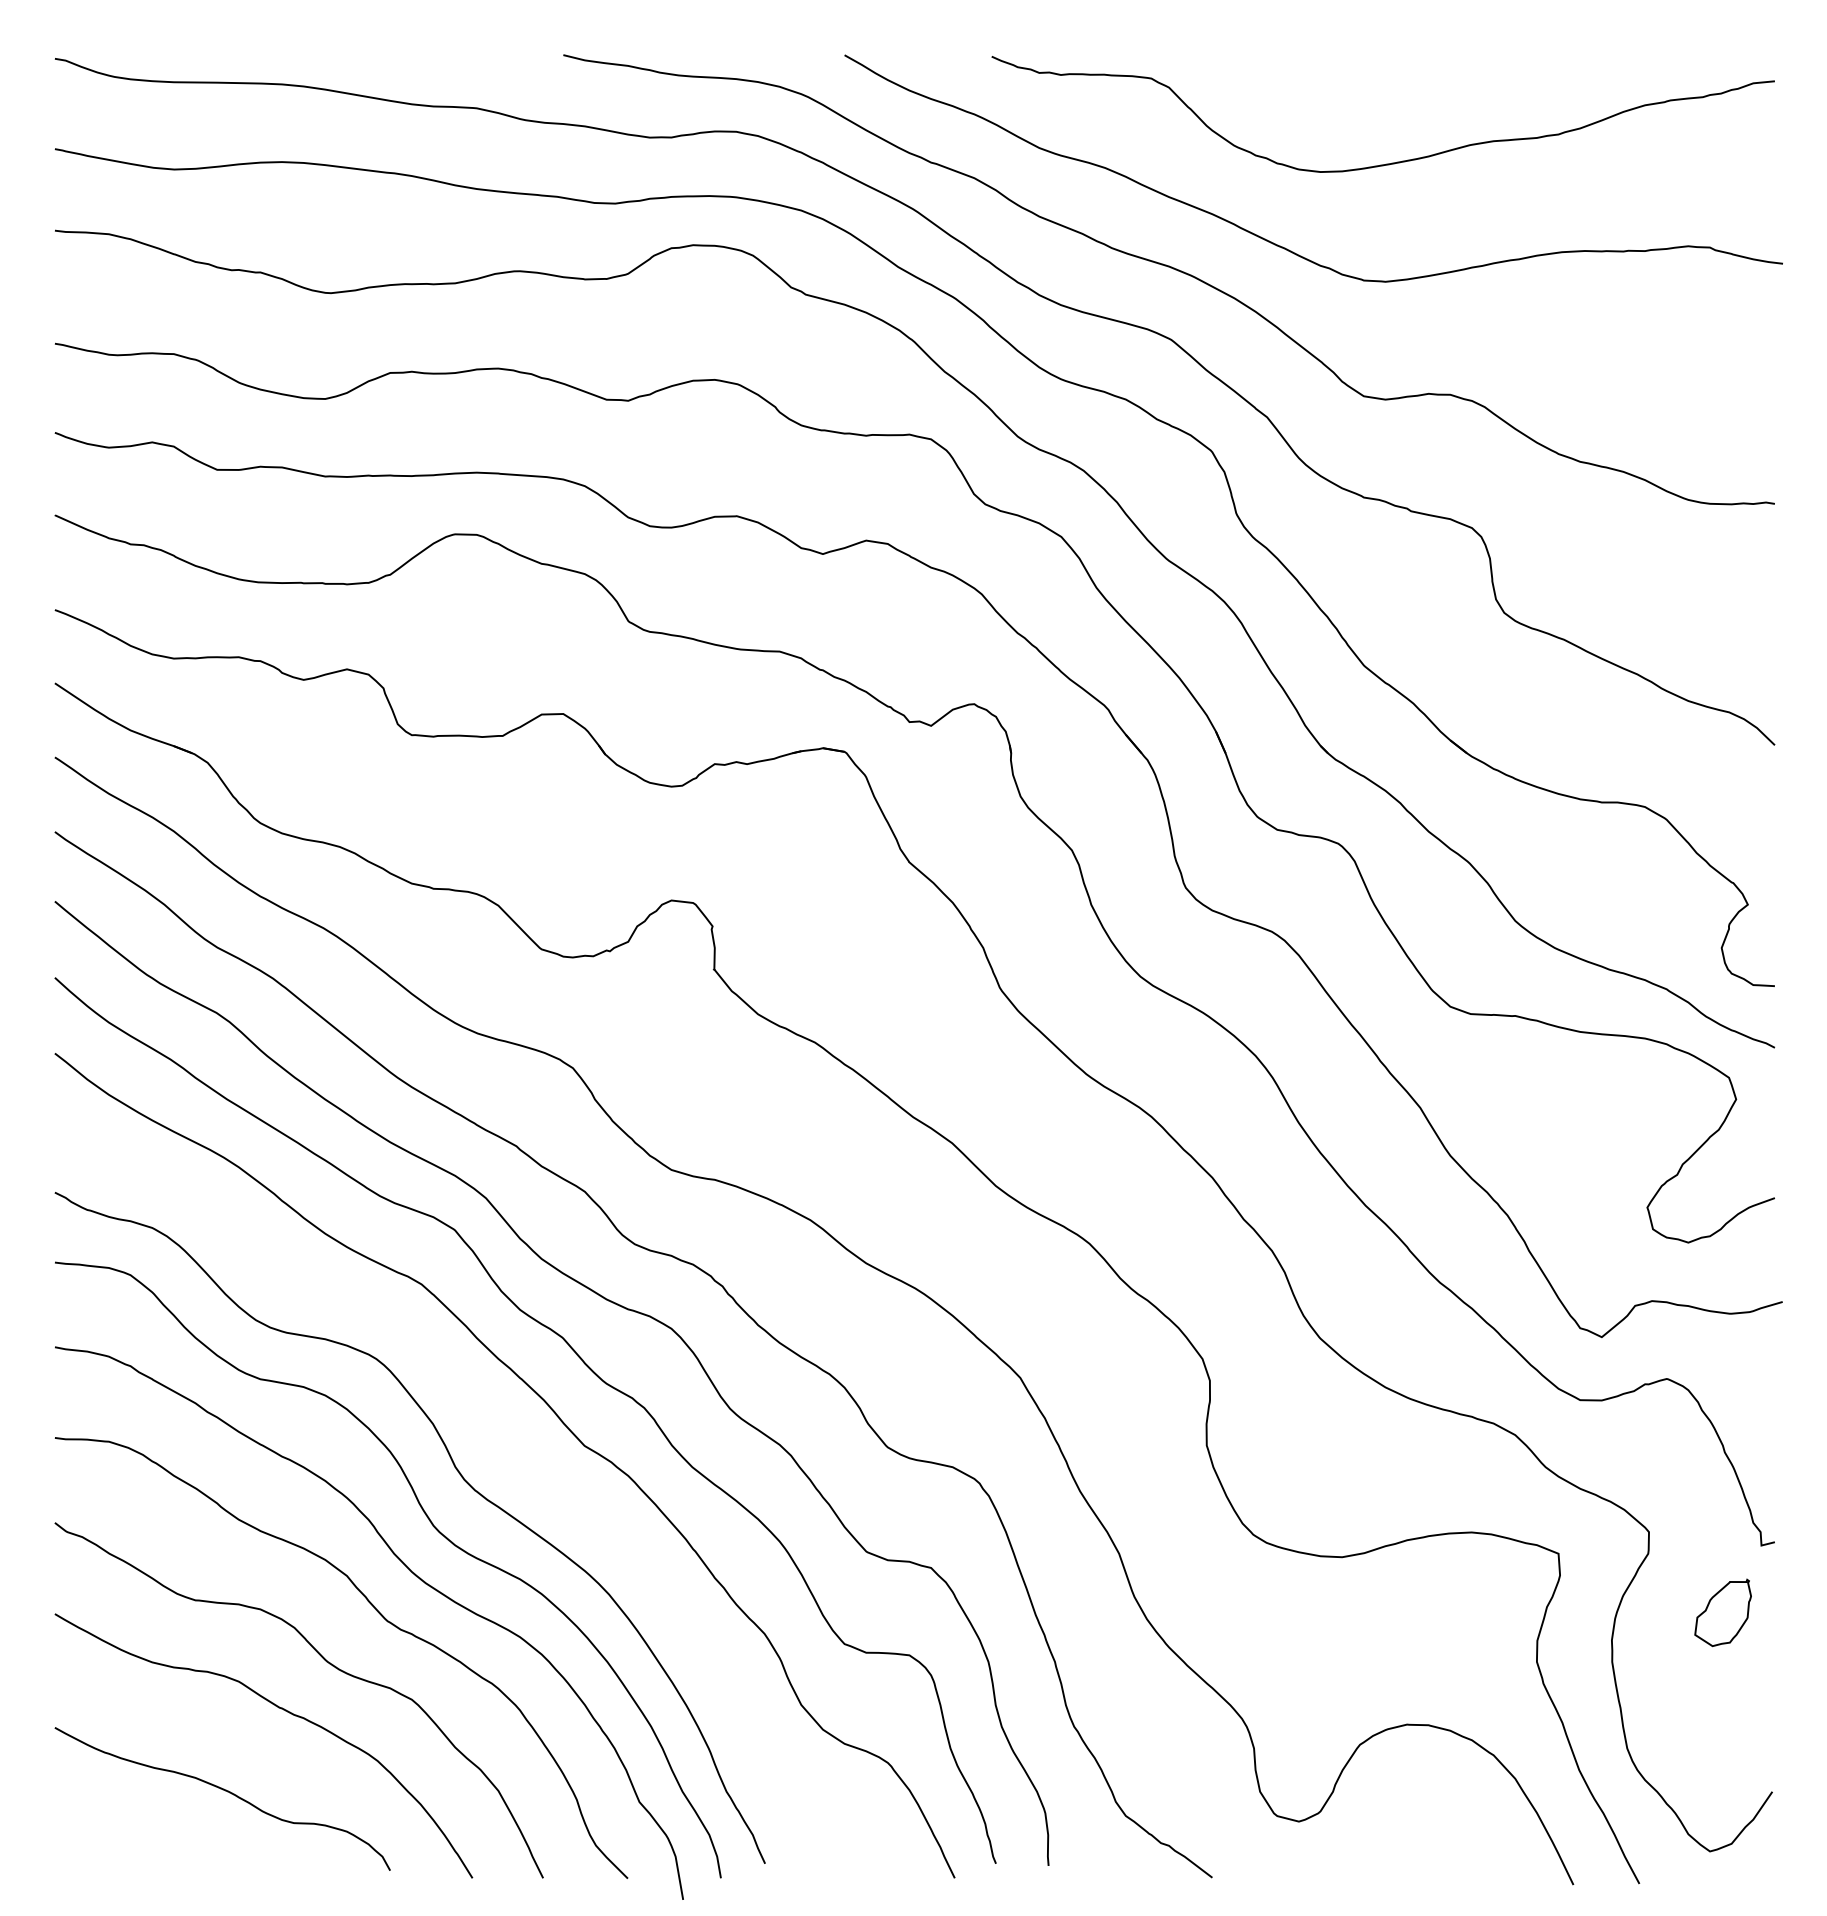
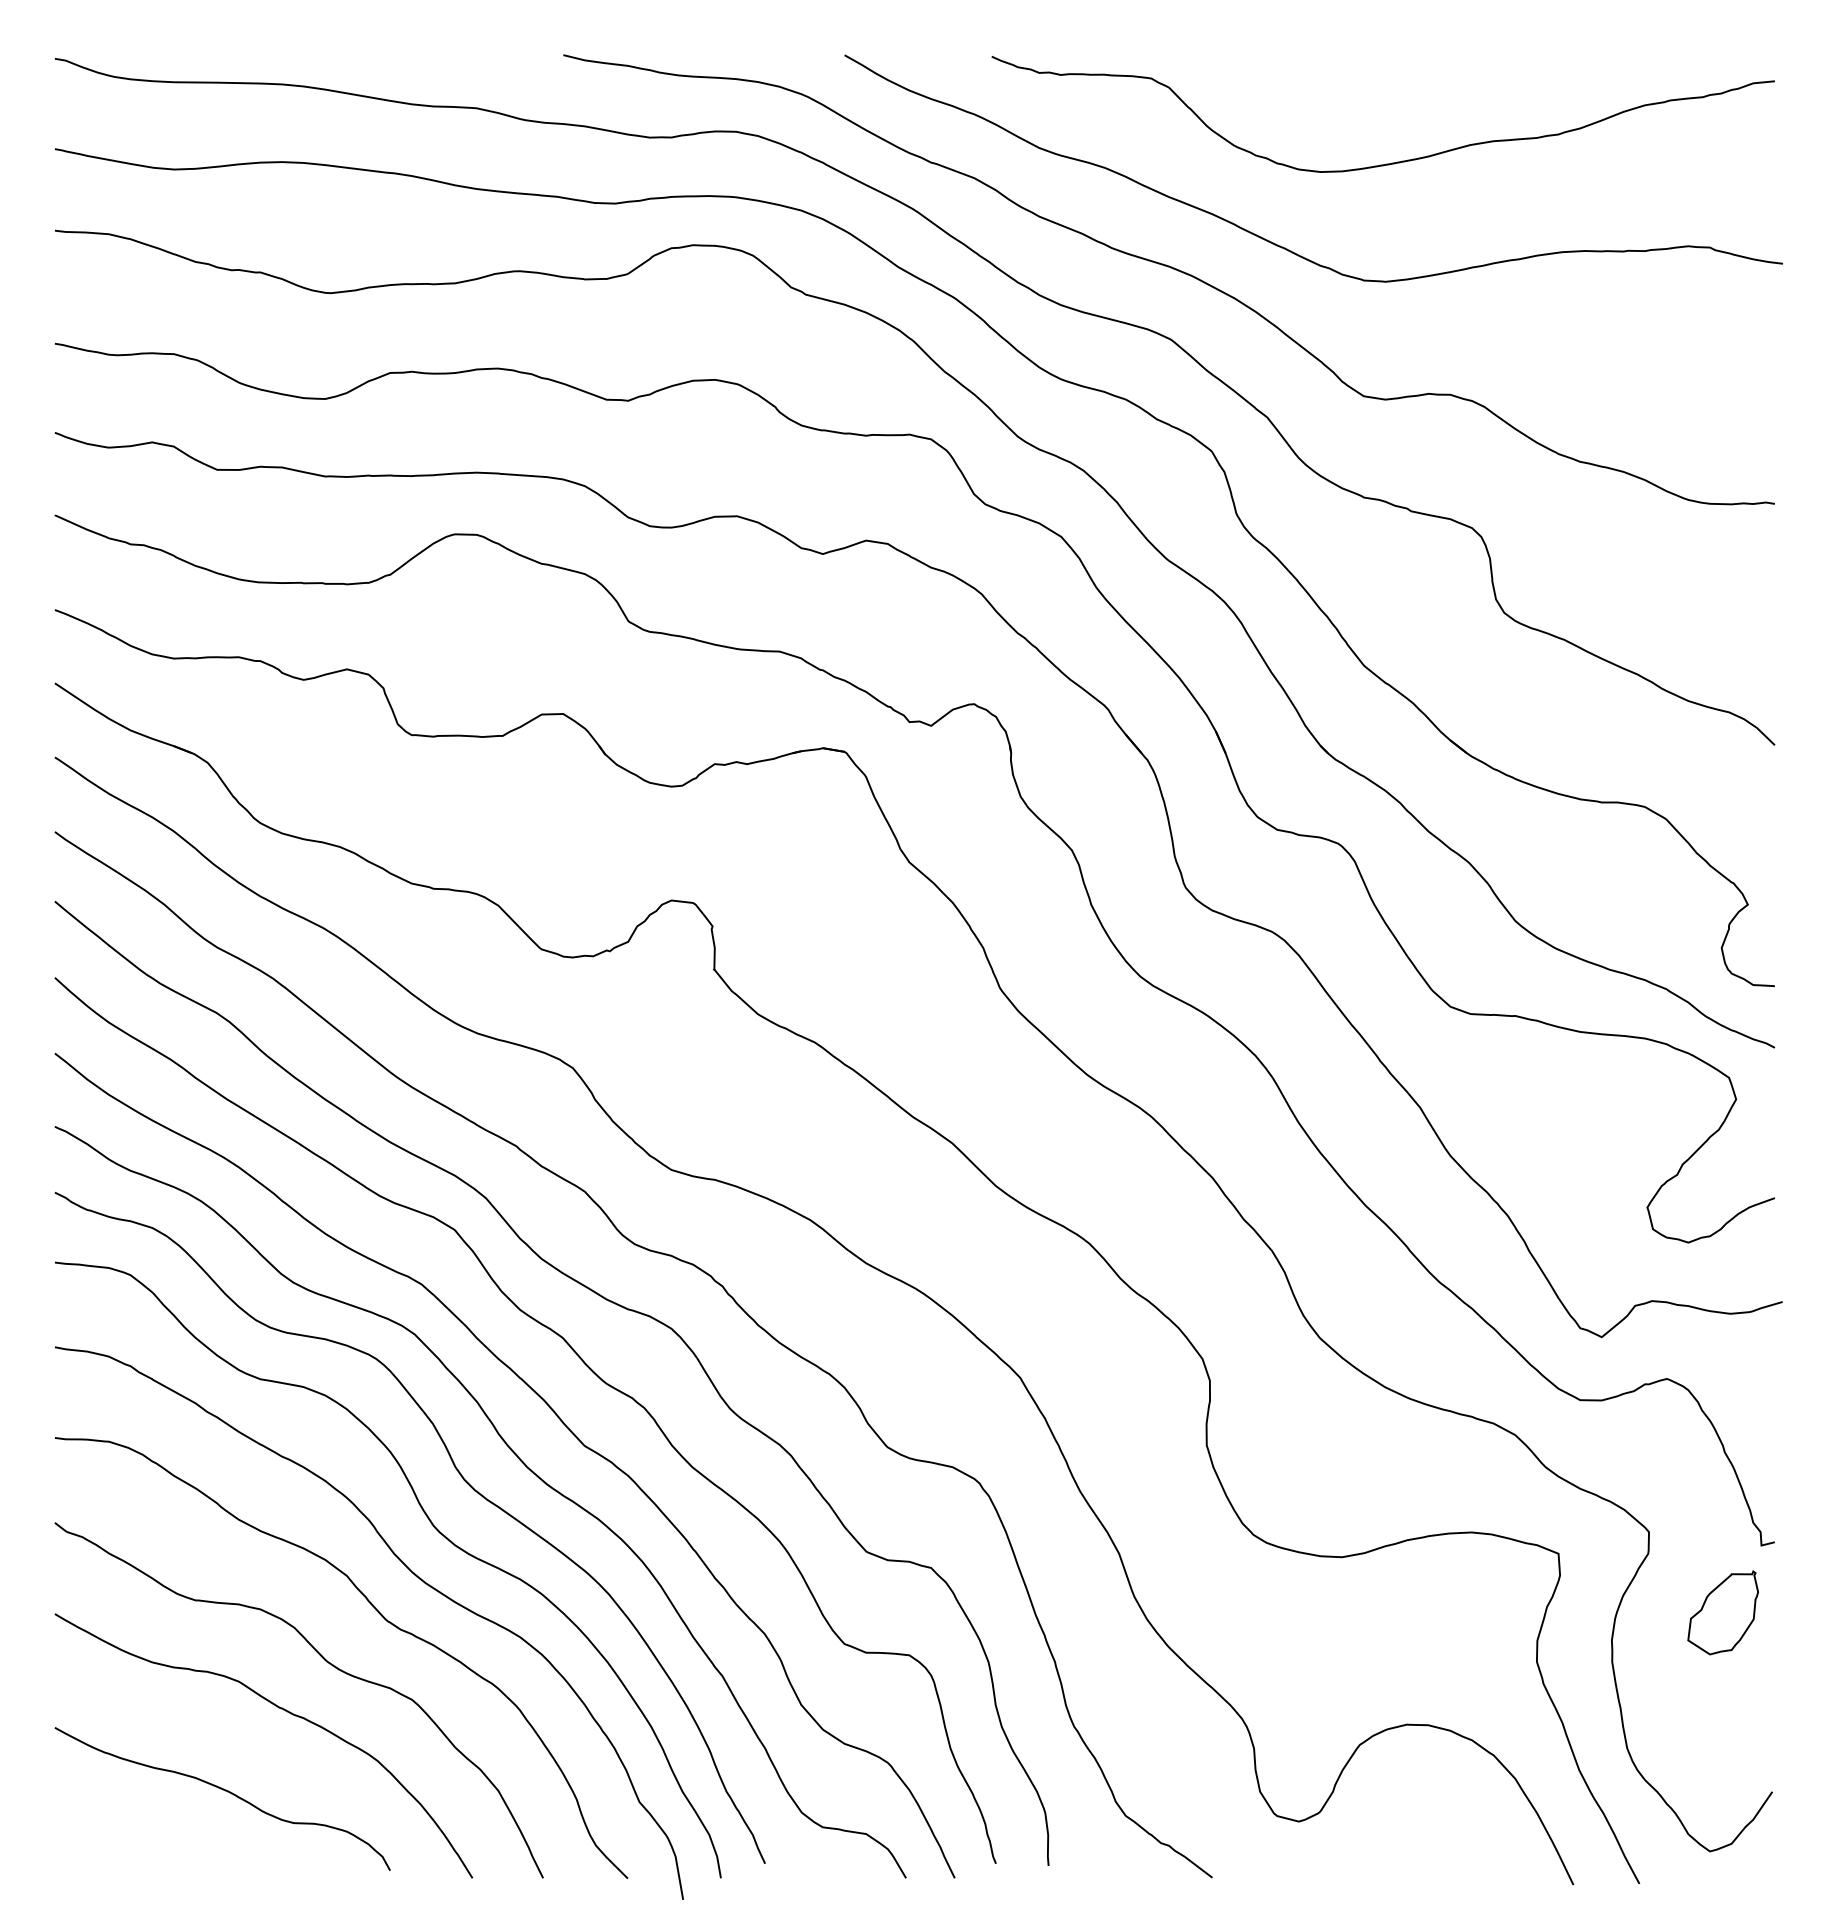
curve at (520, 1461): none -> present
part at (1722, 1612) size: 58x70 px -> 72x86 px
